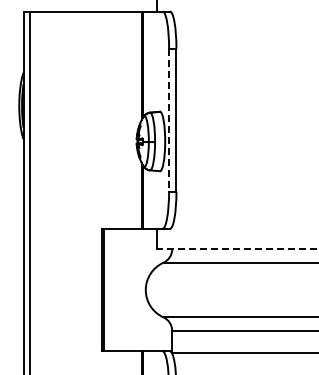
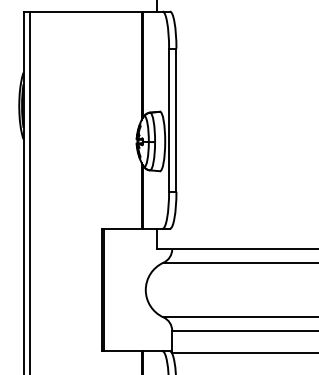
line at (169, 120): dashed -> solid
line at (237, 249): dashed -> solid
